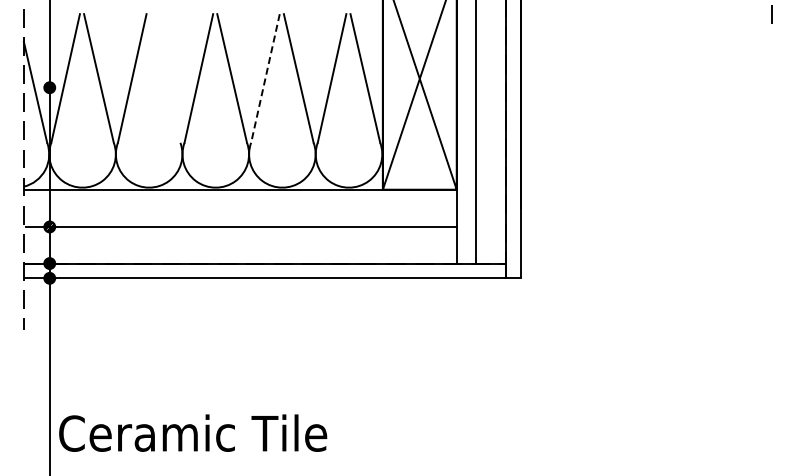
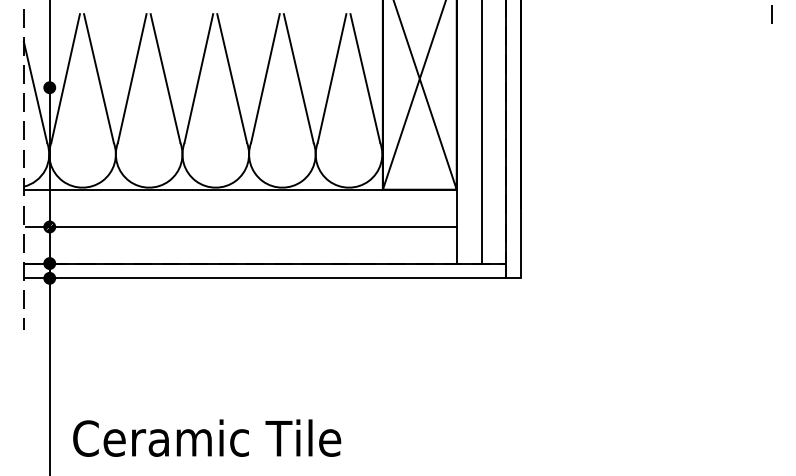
line at (165, 78): none -> present
line at (265, 78): dashed -> solid
line at (475, 132) position: (475, 132) -> (481, 132)
text at (193, 432) position: (193, 432) -> (207, 437)
